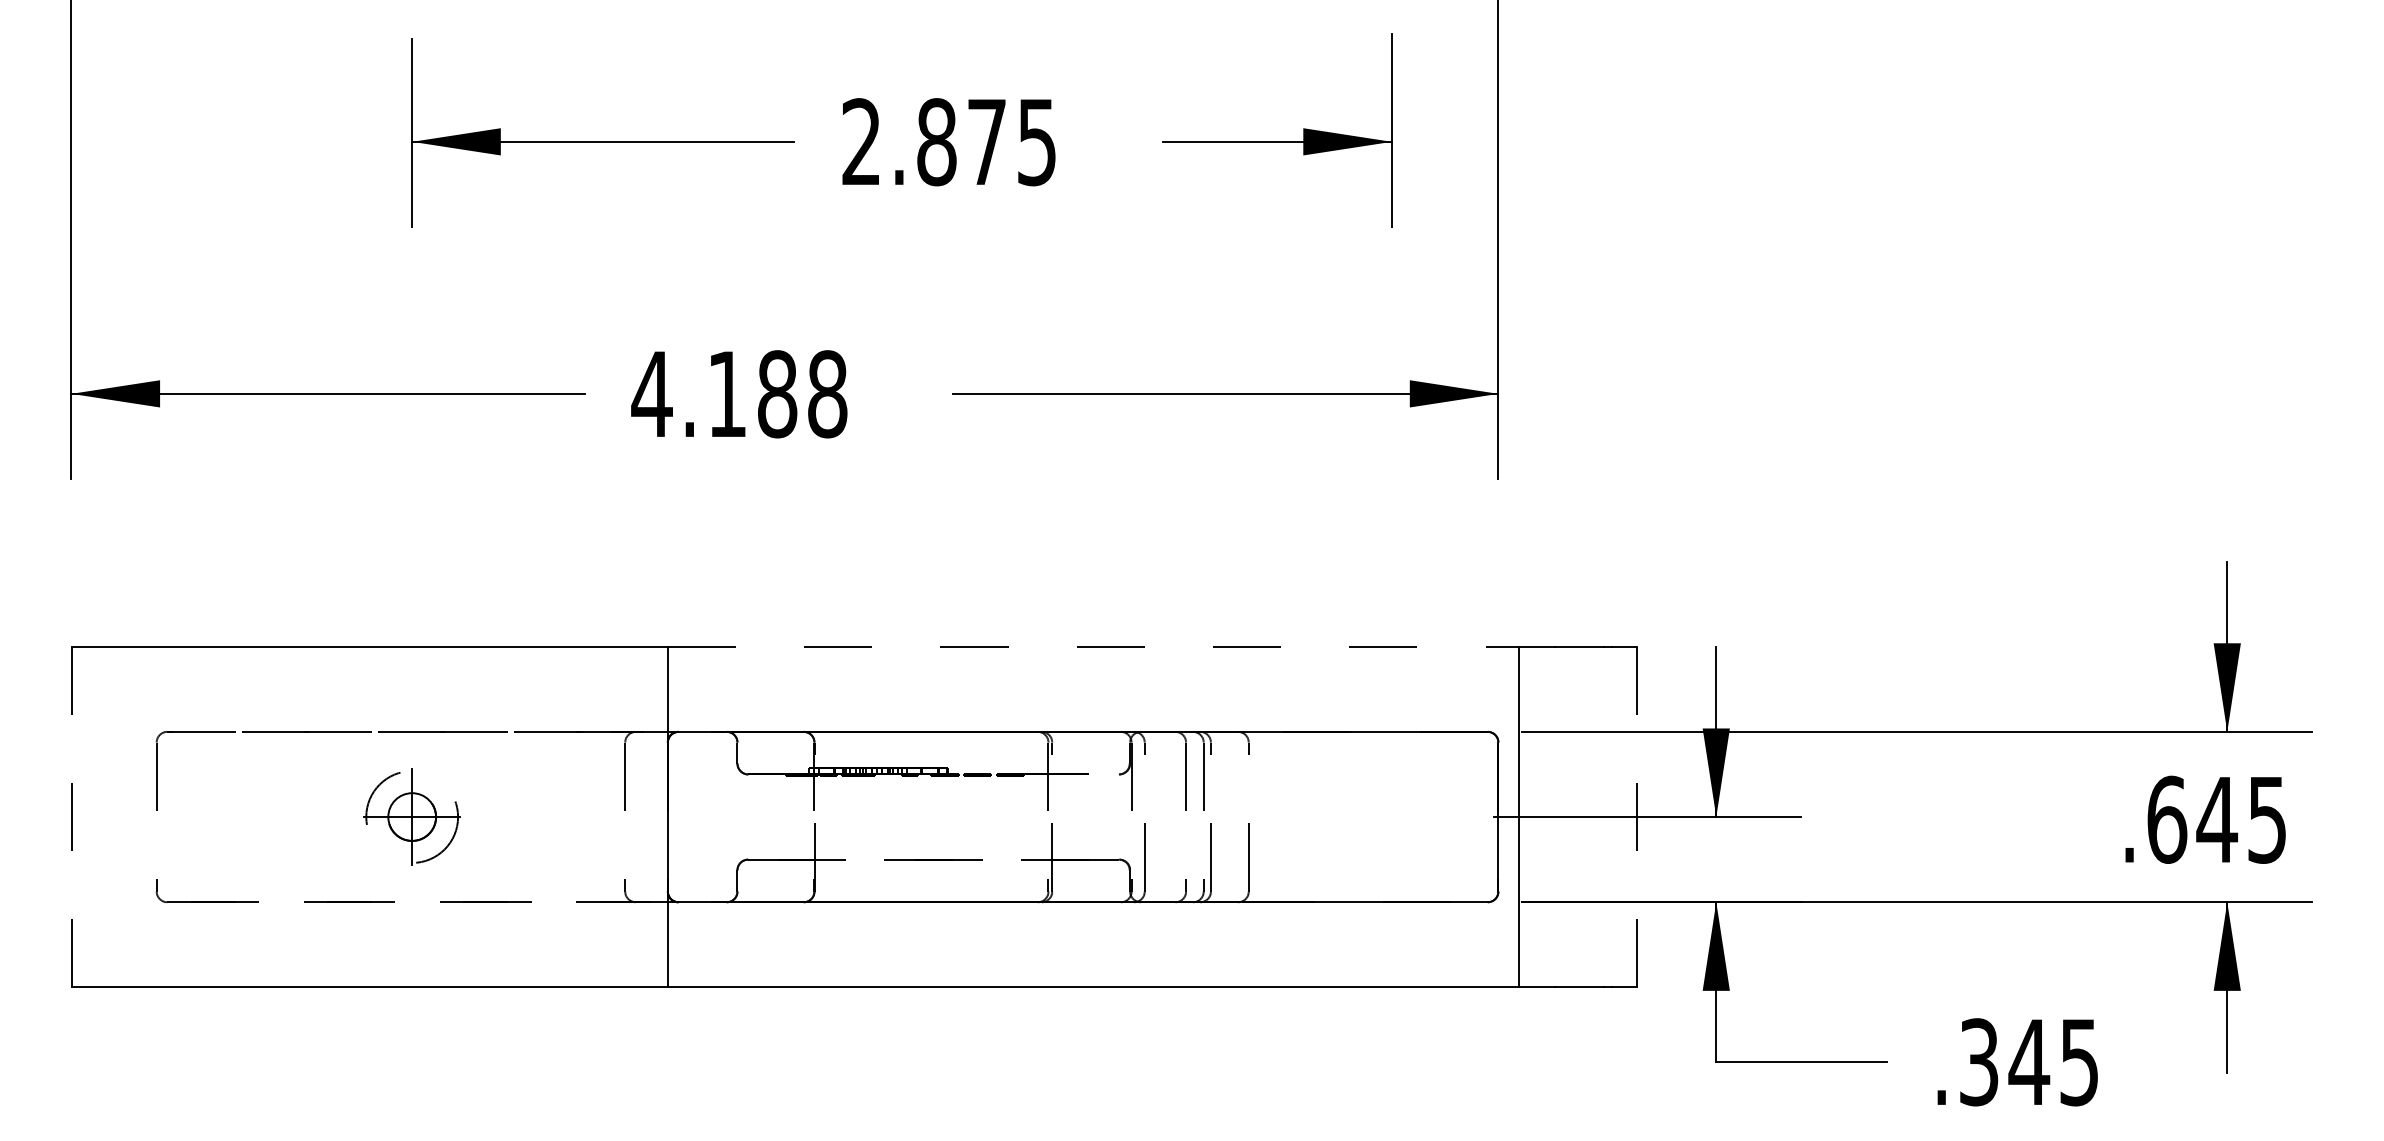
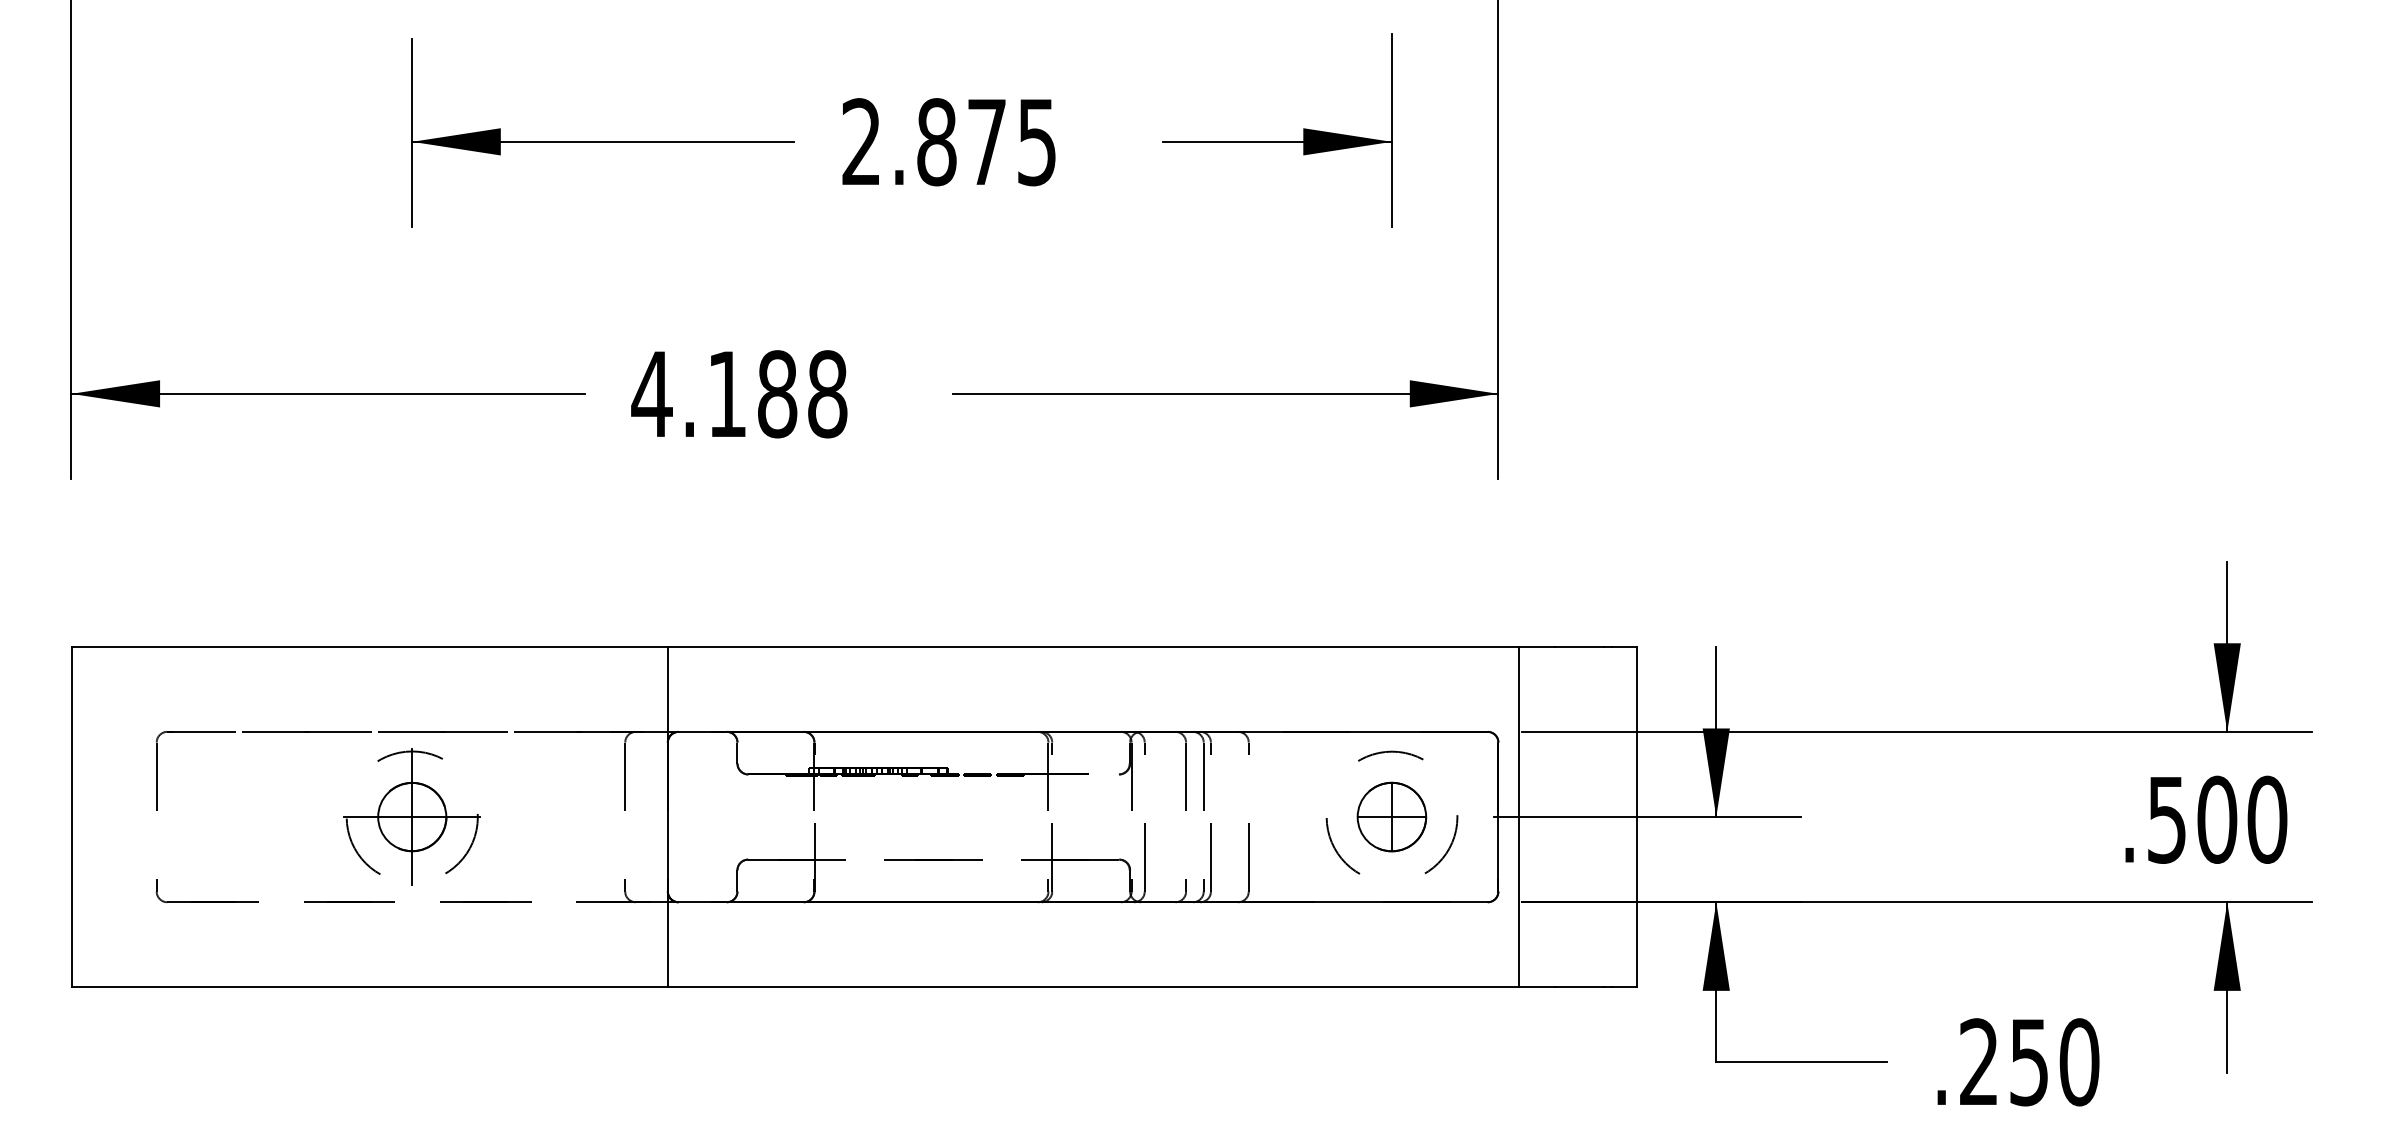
line at (1093, 646): dashed -> solid
part at (1391, 812): none -> present
part at (411, 816) size: 98x98 px -> 138x138 px
line at (1636, 816): dashed -> solid
line at (71, 817): dashed -> solid
text at (2217, 819): .645 -> .500
text at (2029, 1062): .345 -> .250
